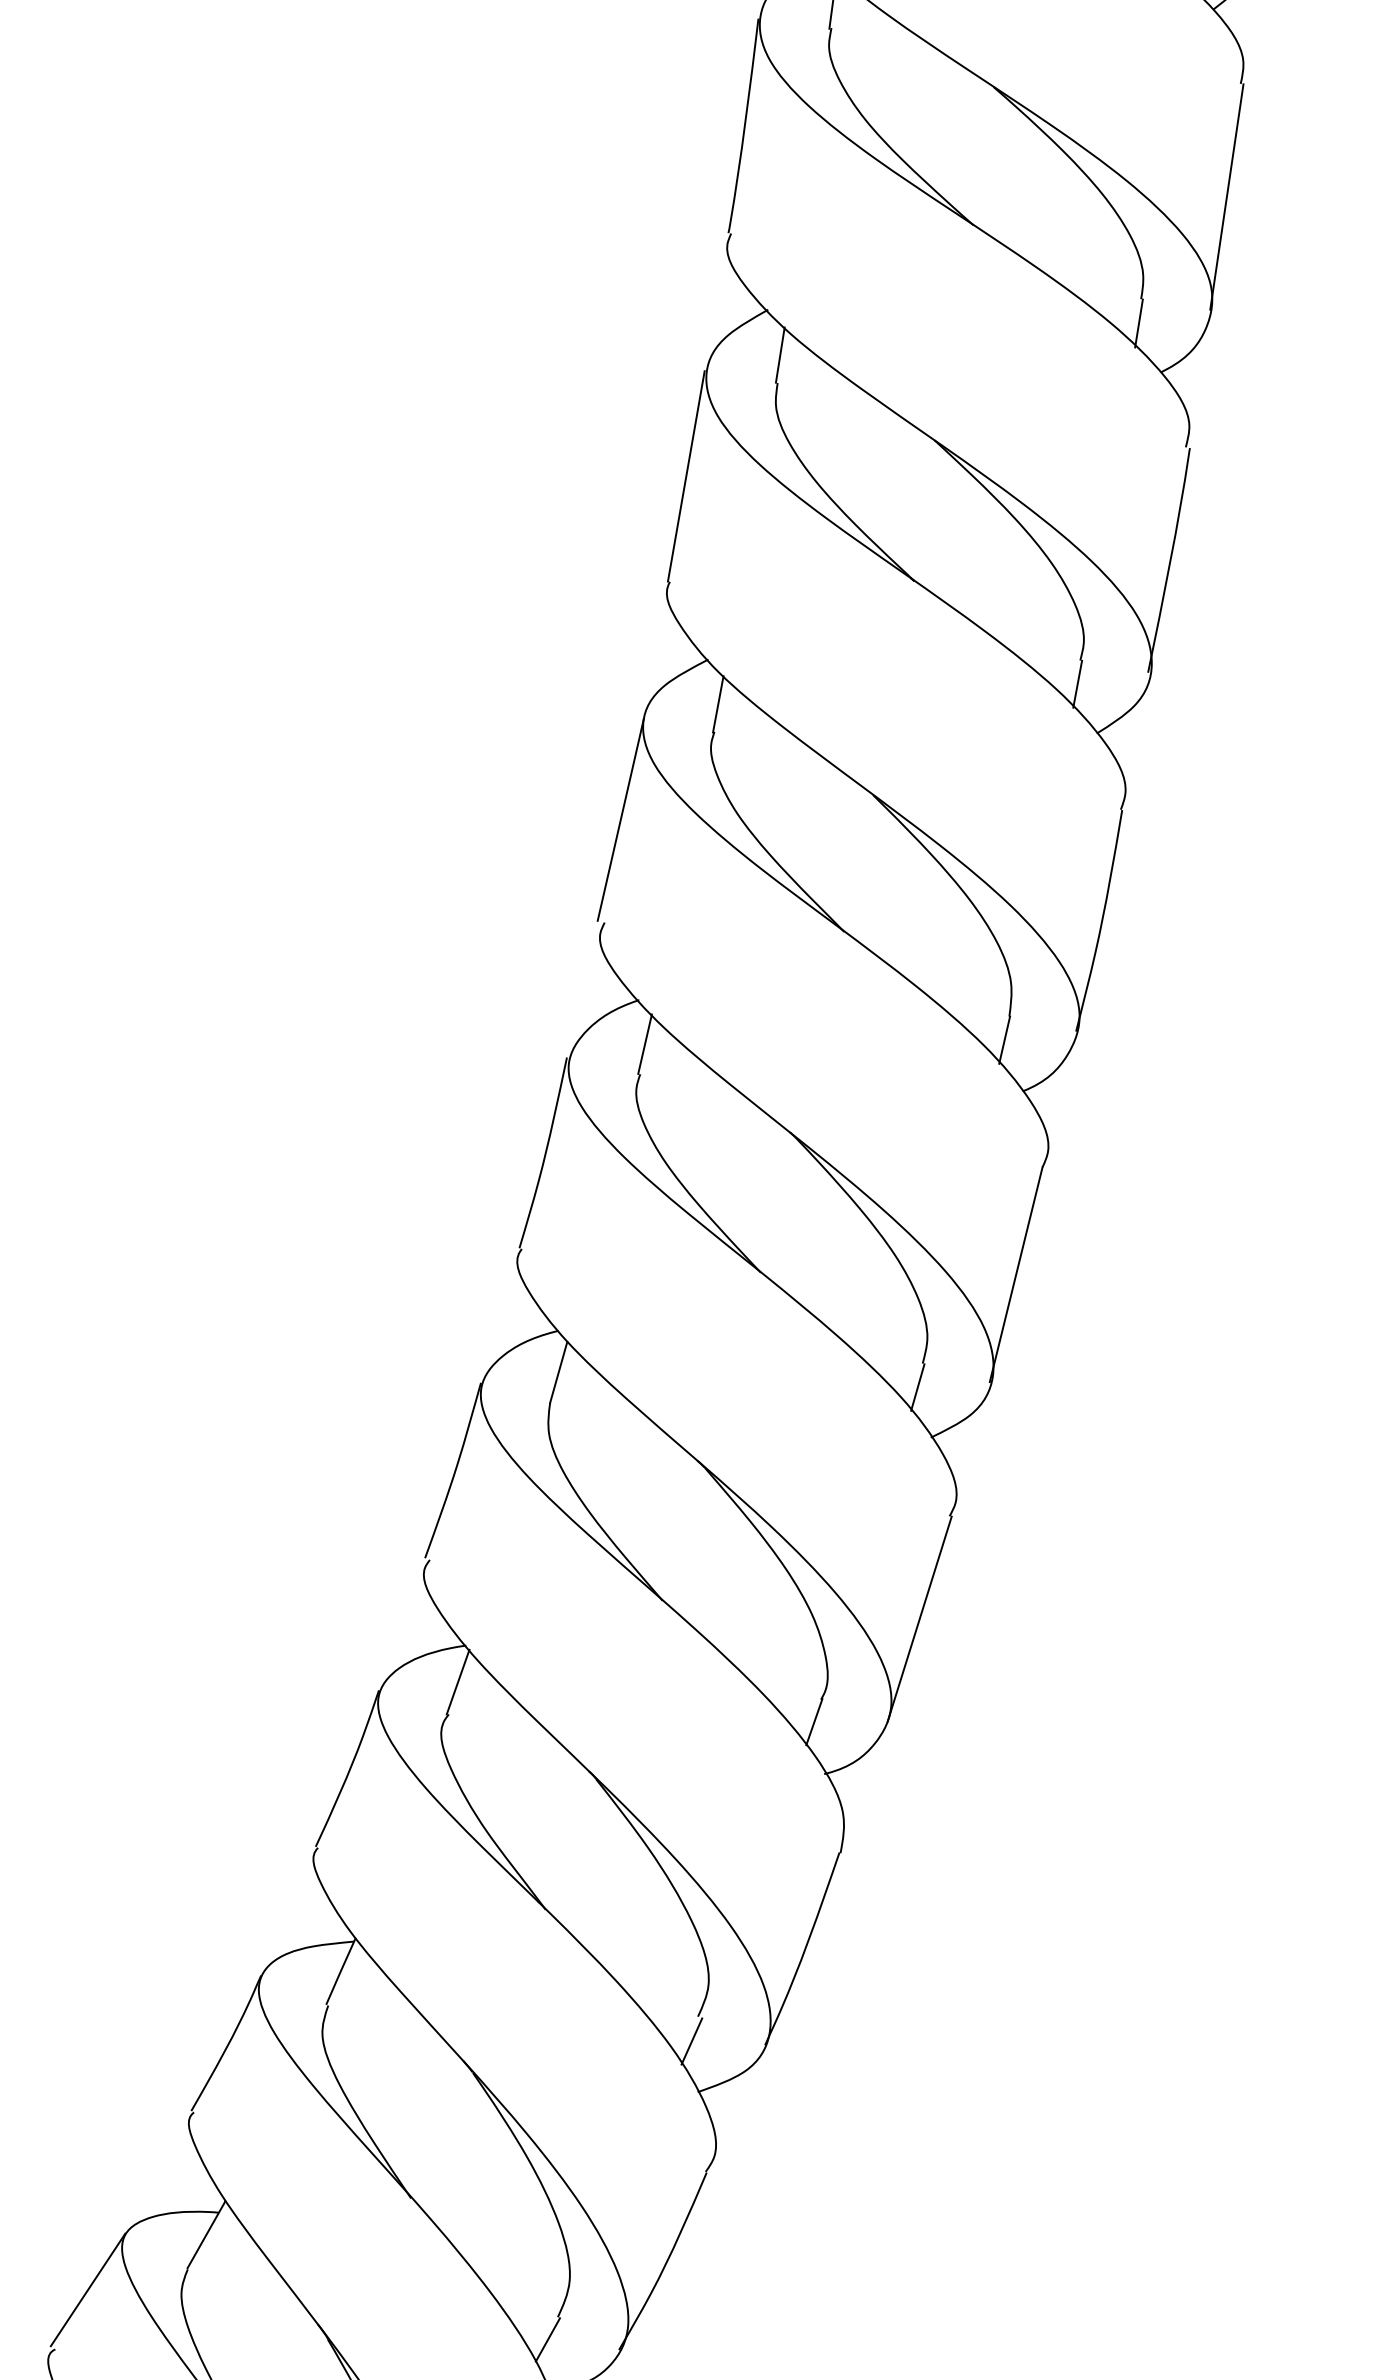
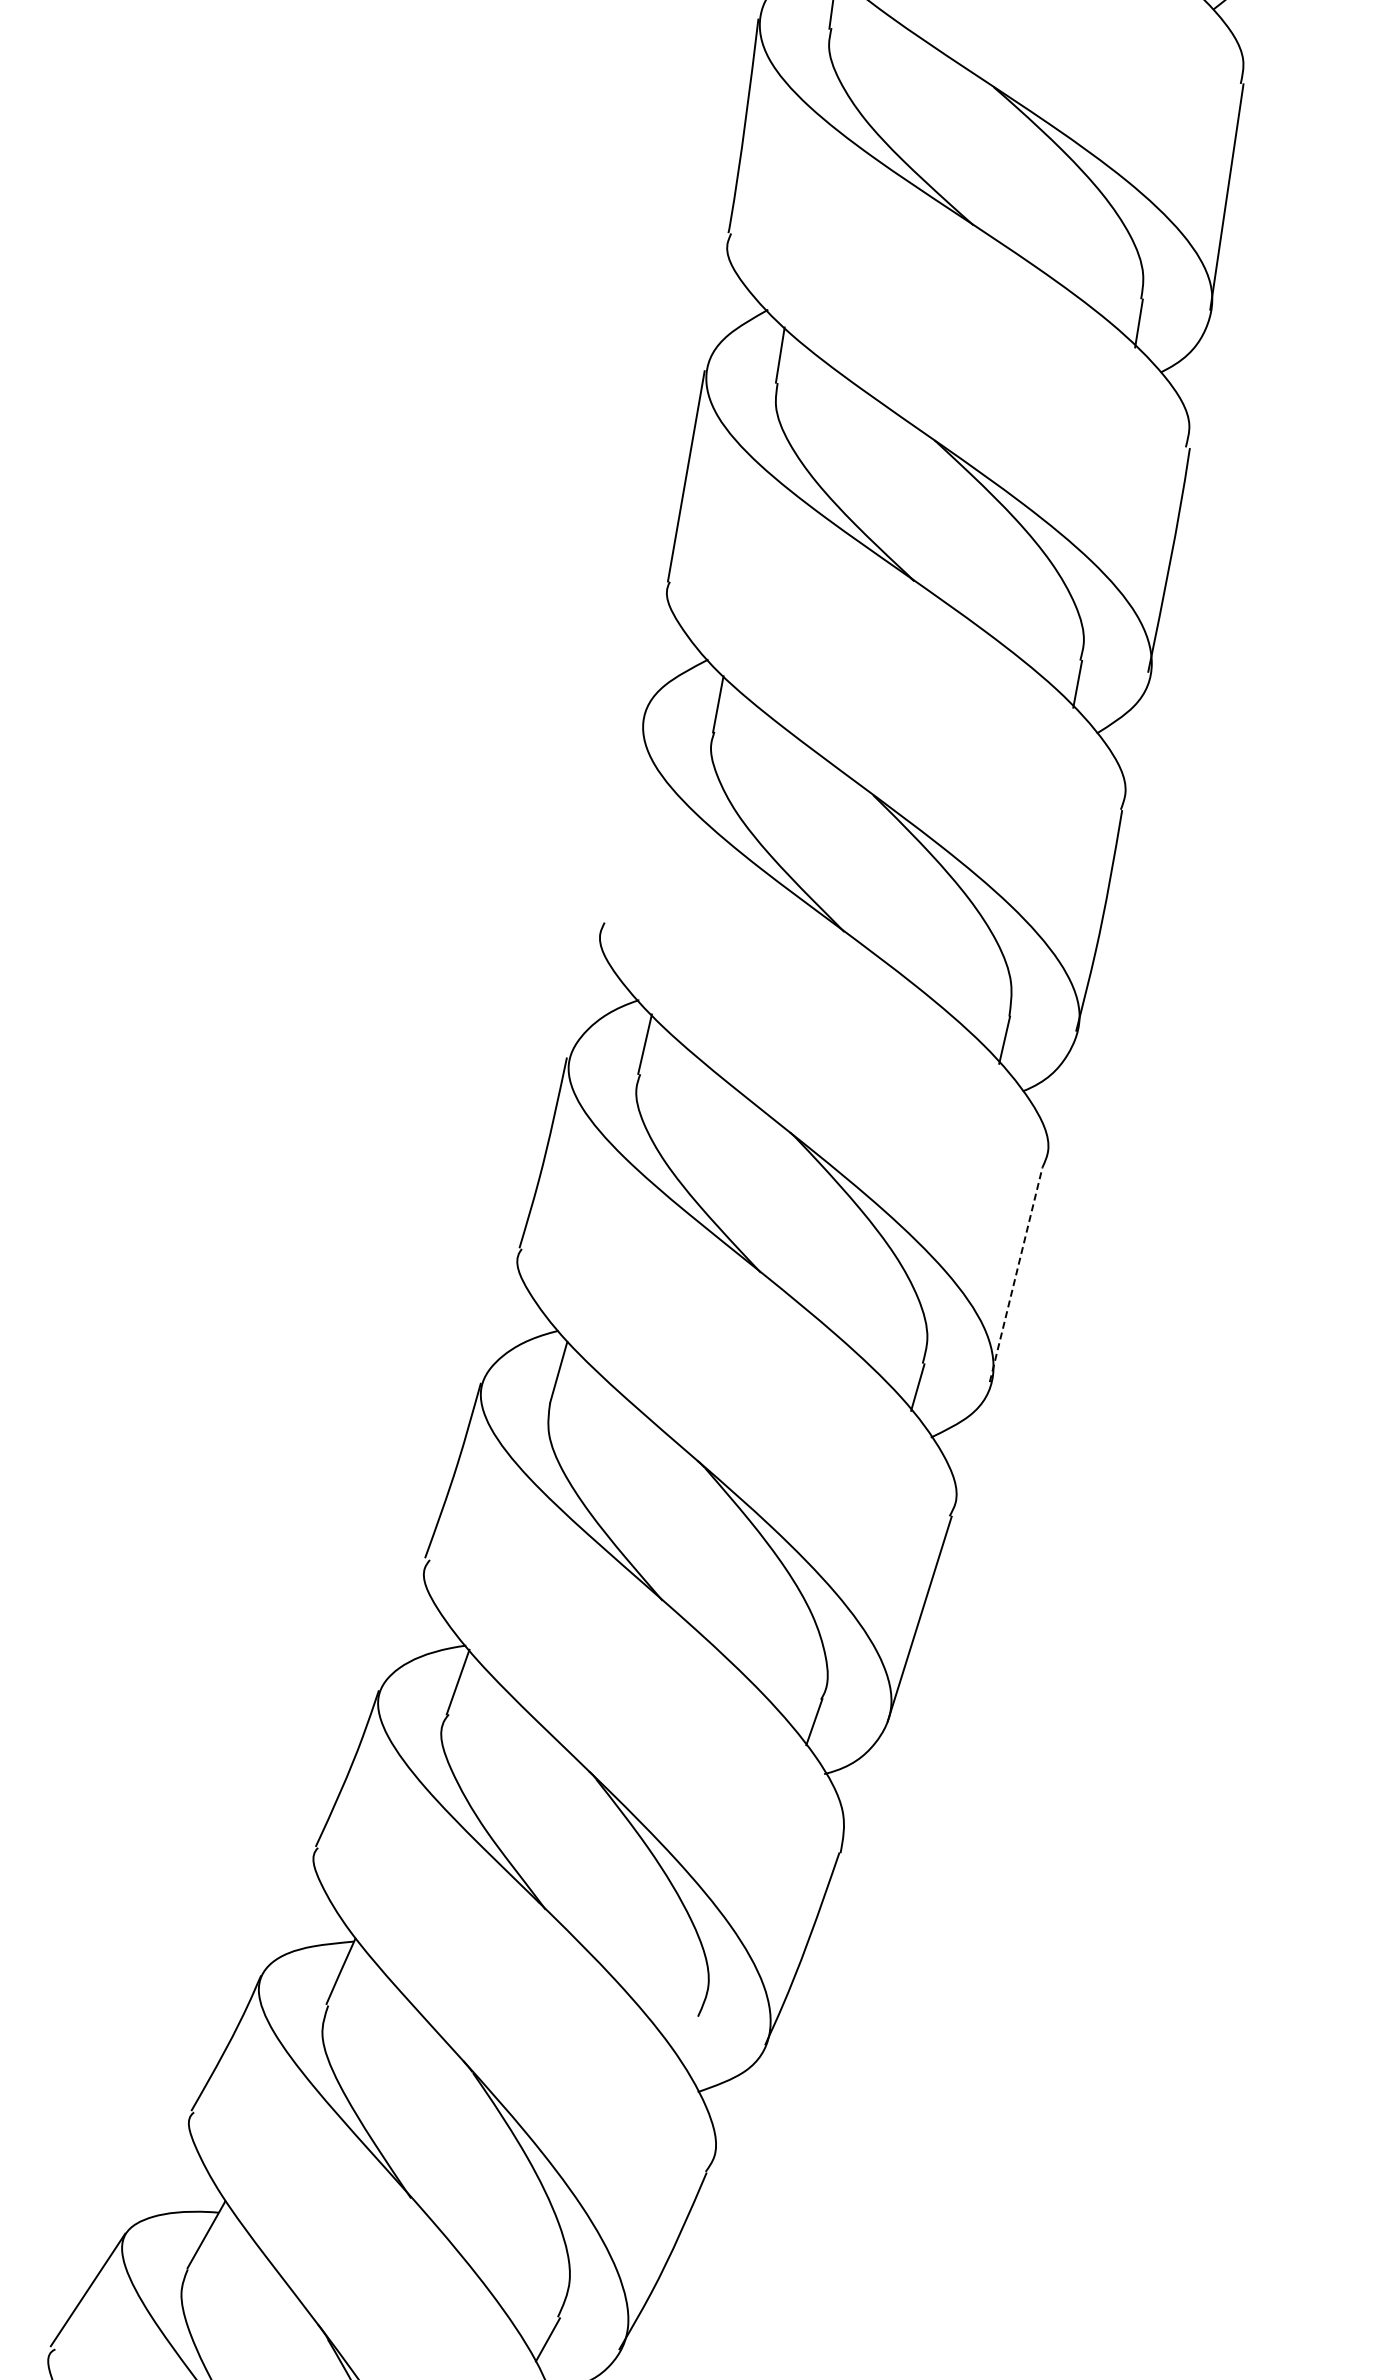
line at (620, 819): present -> none
line at (1016, 1274): solid -> dashed
line at (691, 2041): present -> none
